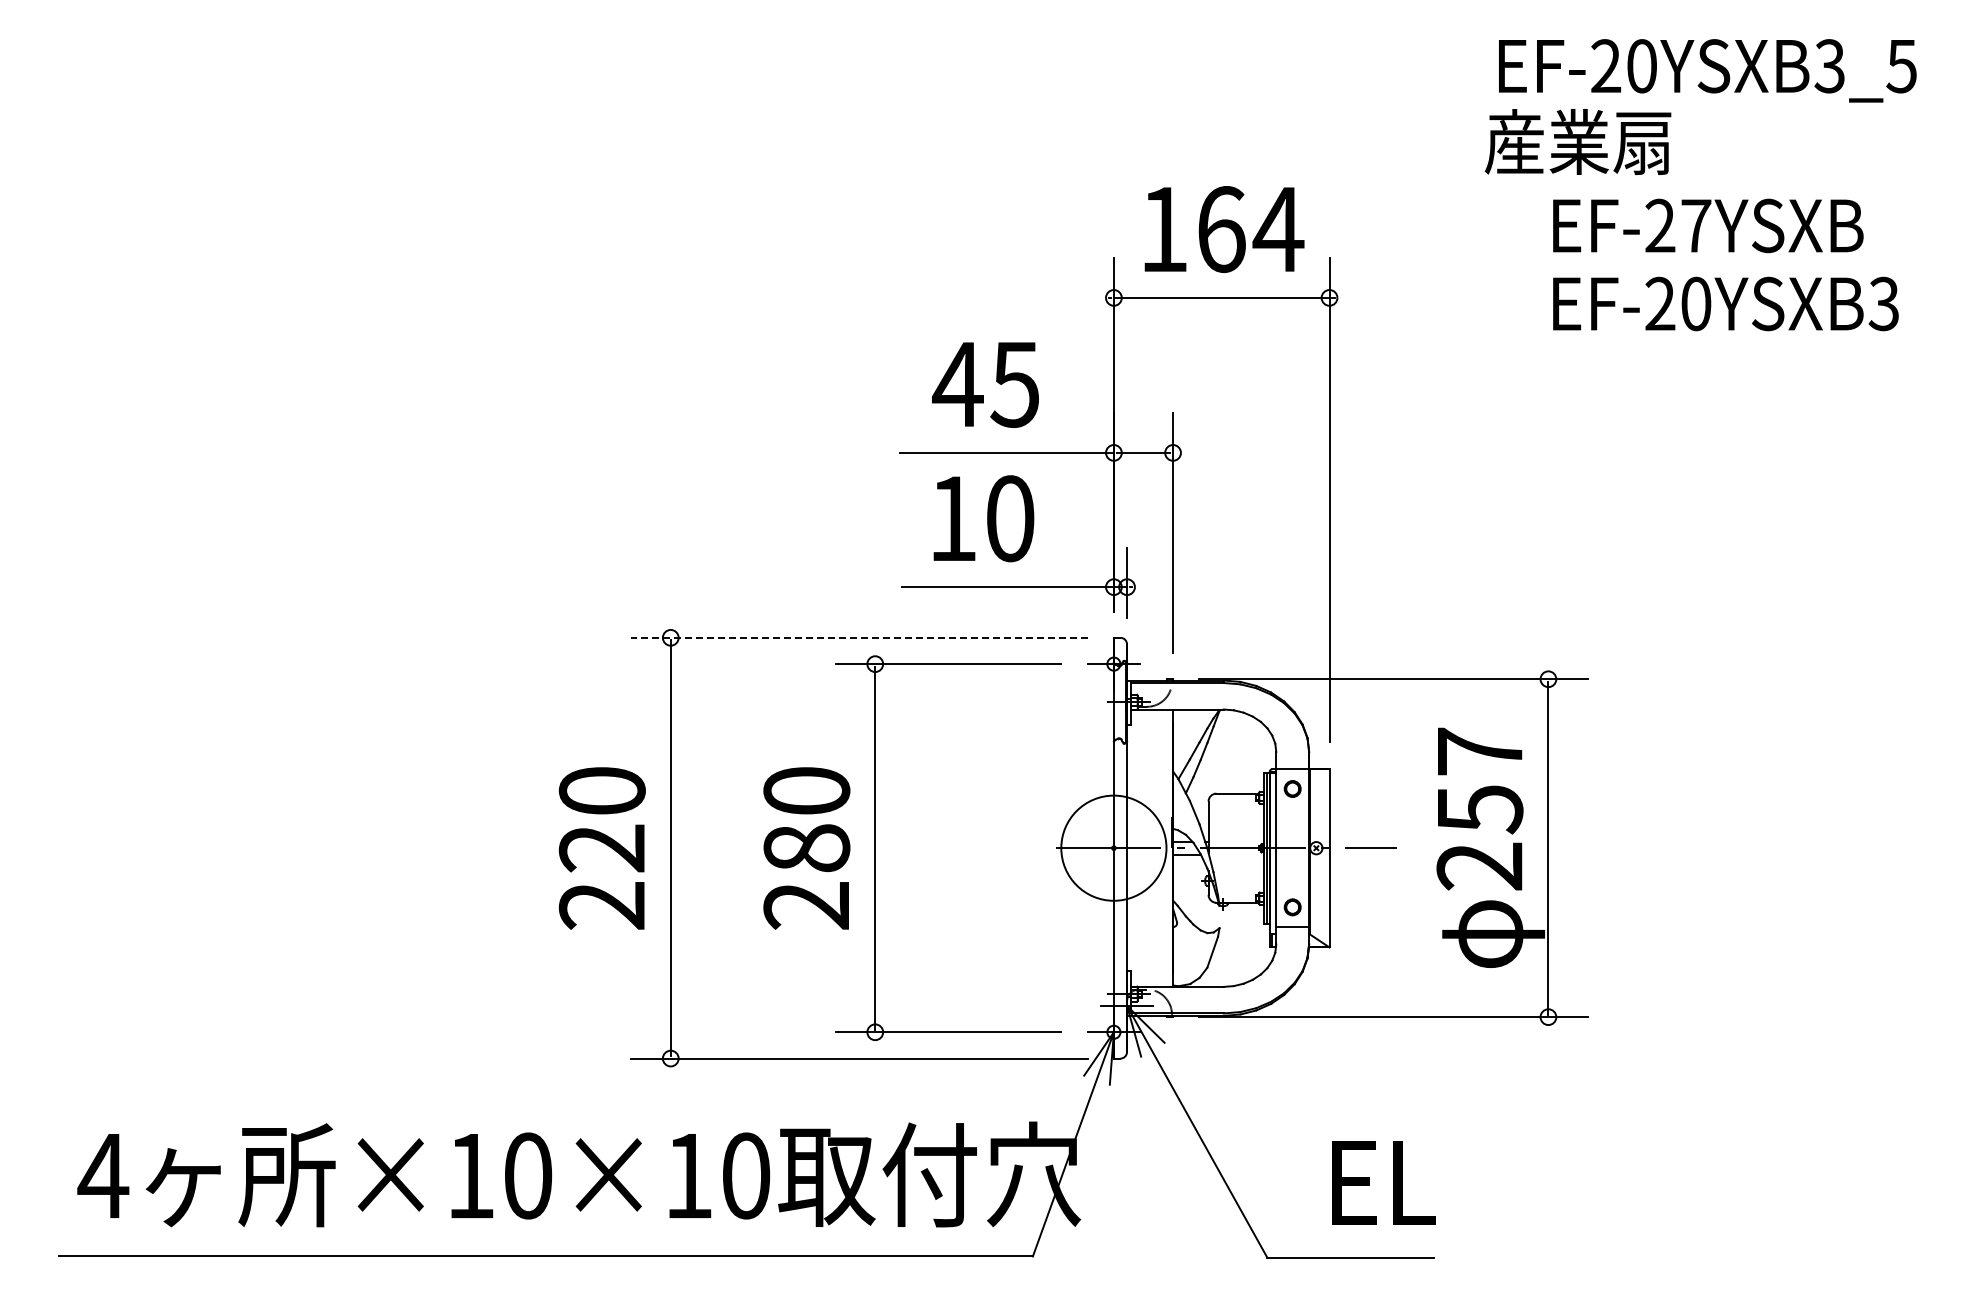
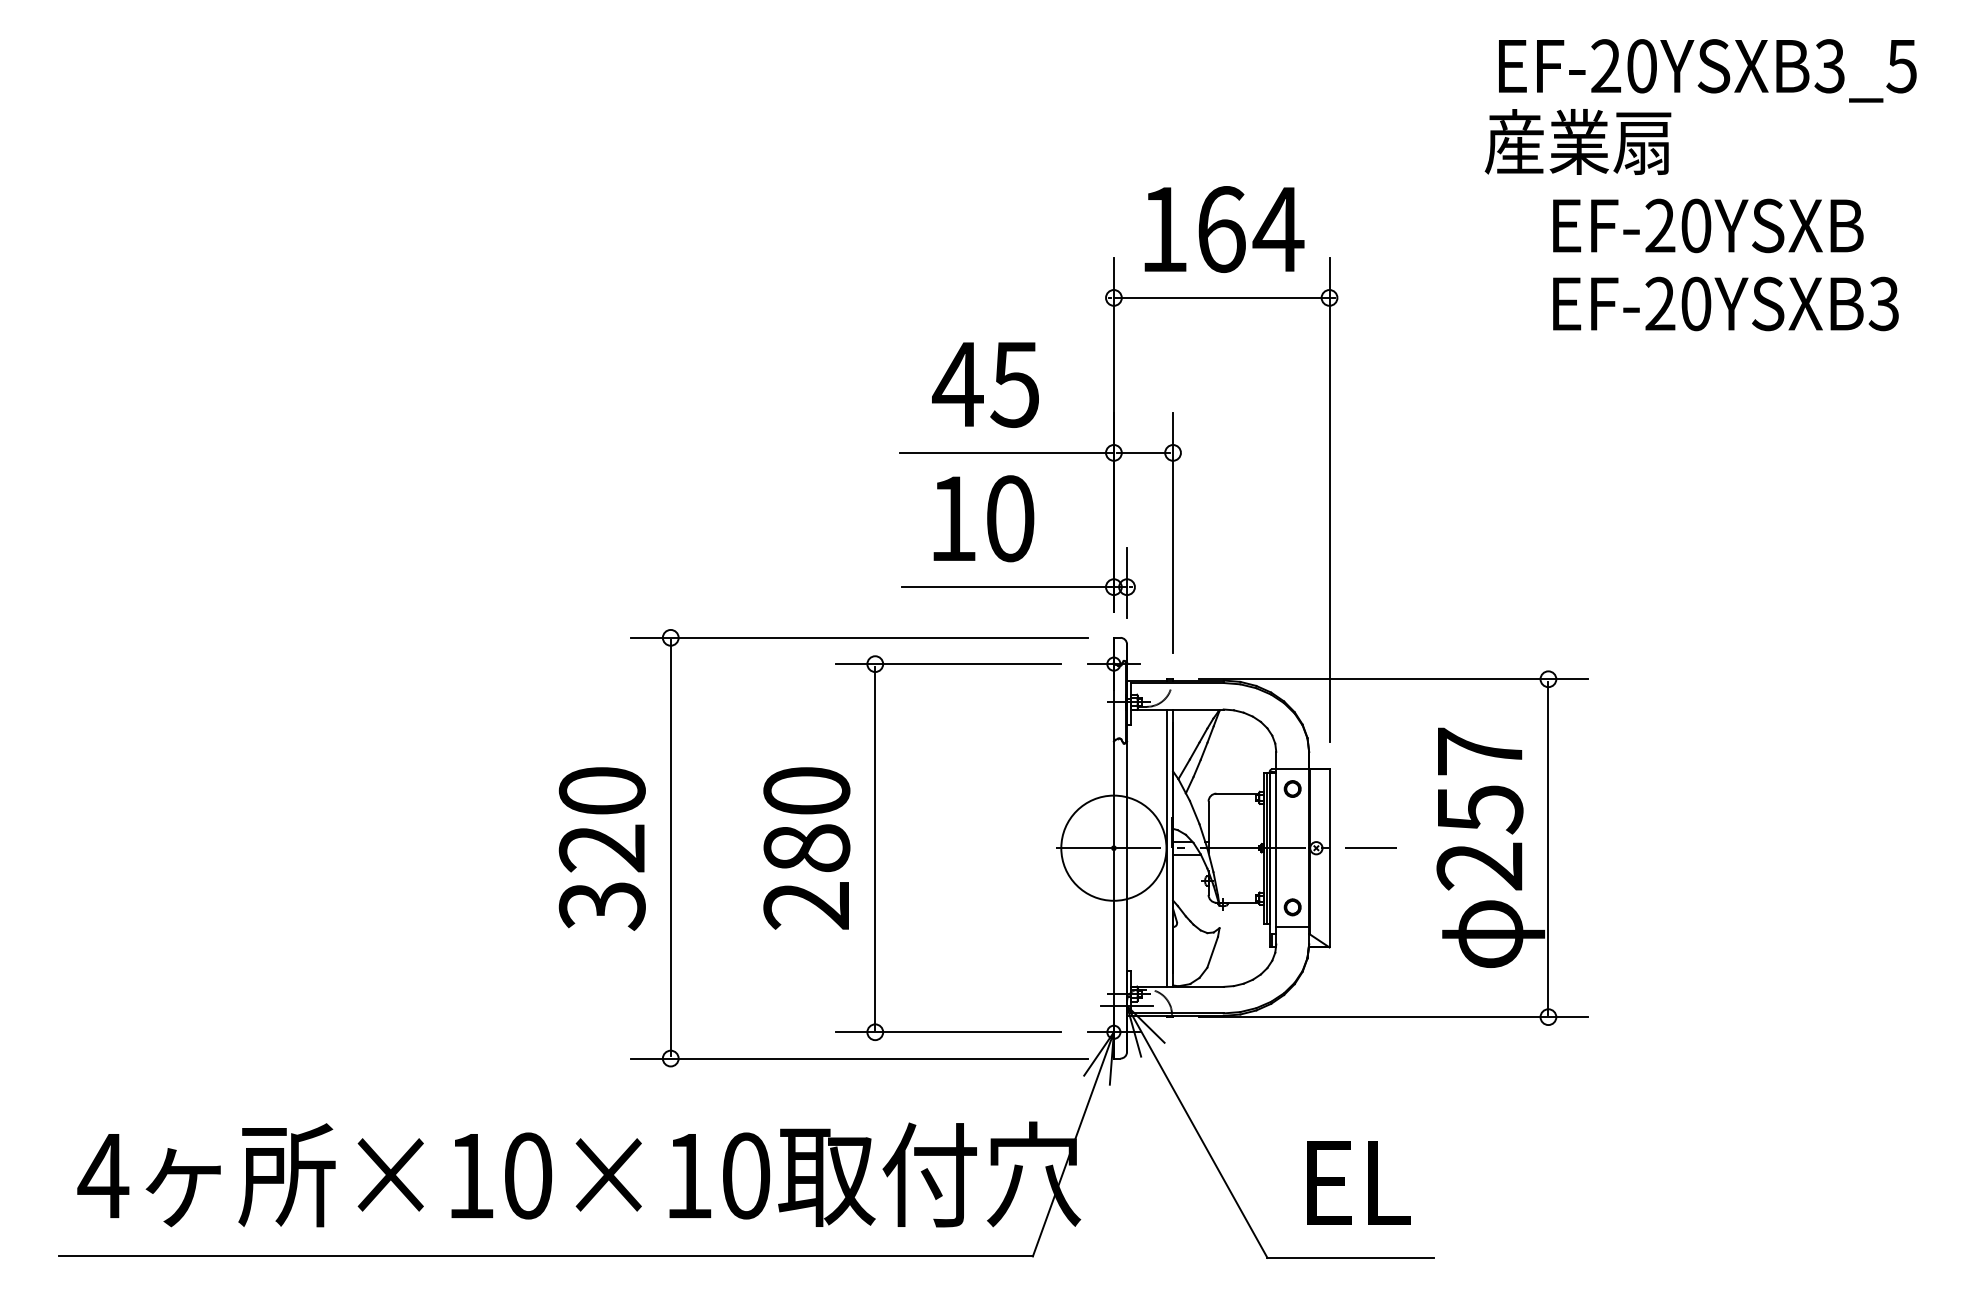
text at (1696, 225): EF-27YSXB -> EF-20YSXB
line at (858, 637): dashed -> solid
line at (1166, 847): none -> present
text at (602, 906): 220 -> 320
text at (1383, 1182) position: (1383, 1182) -> (1358, 1182)
